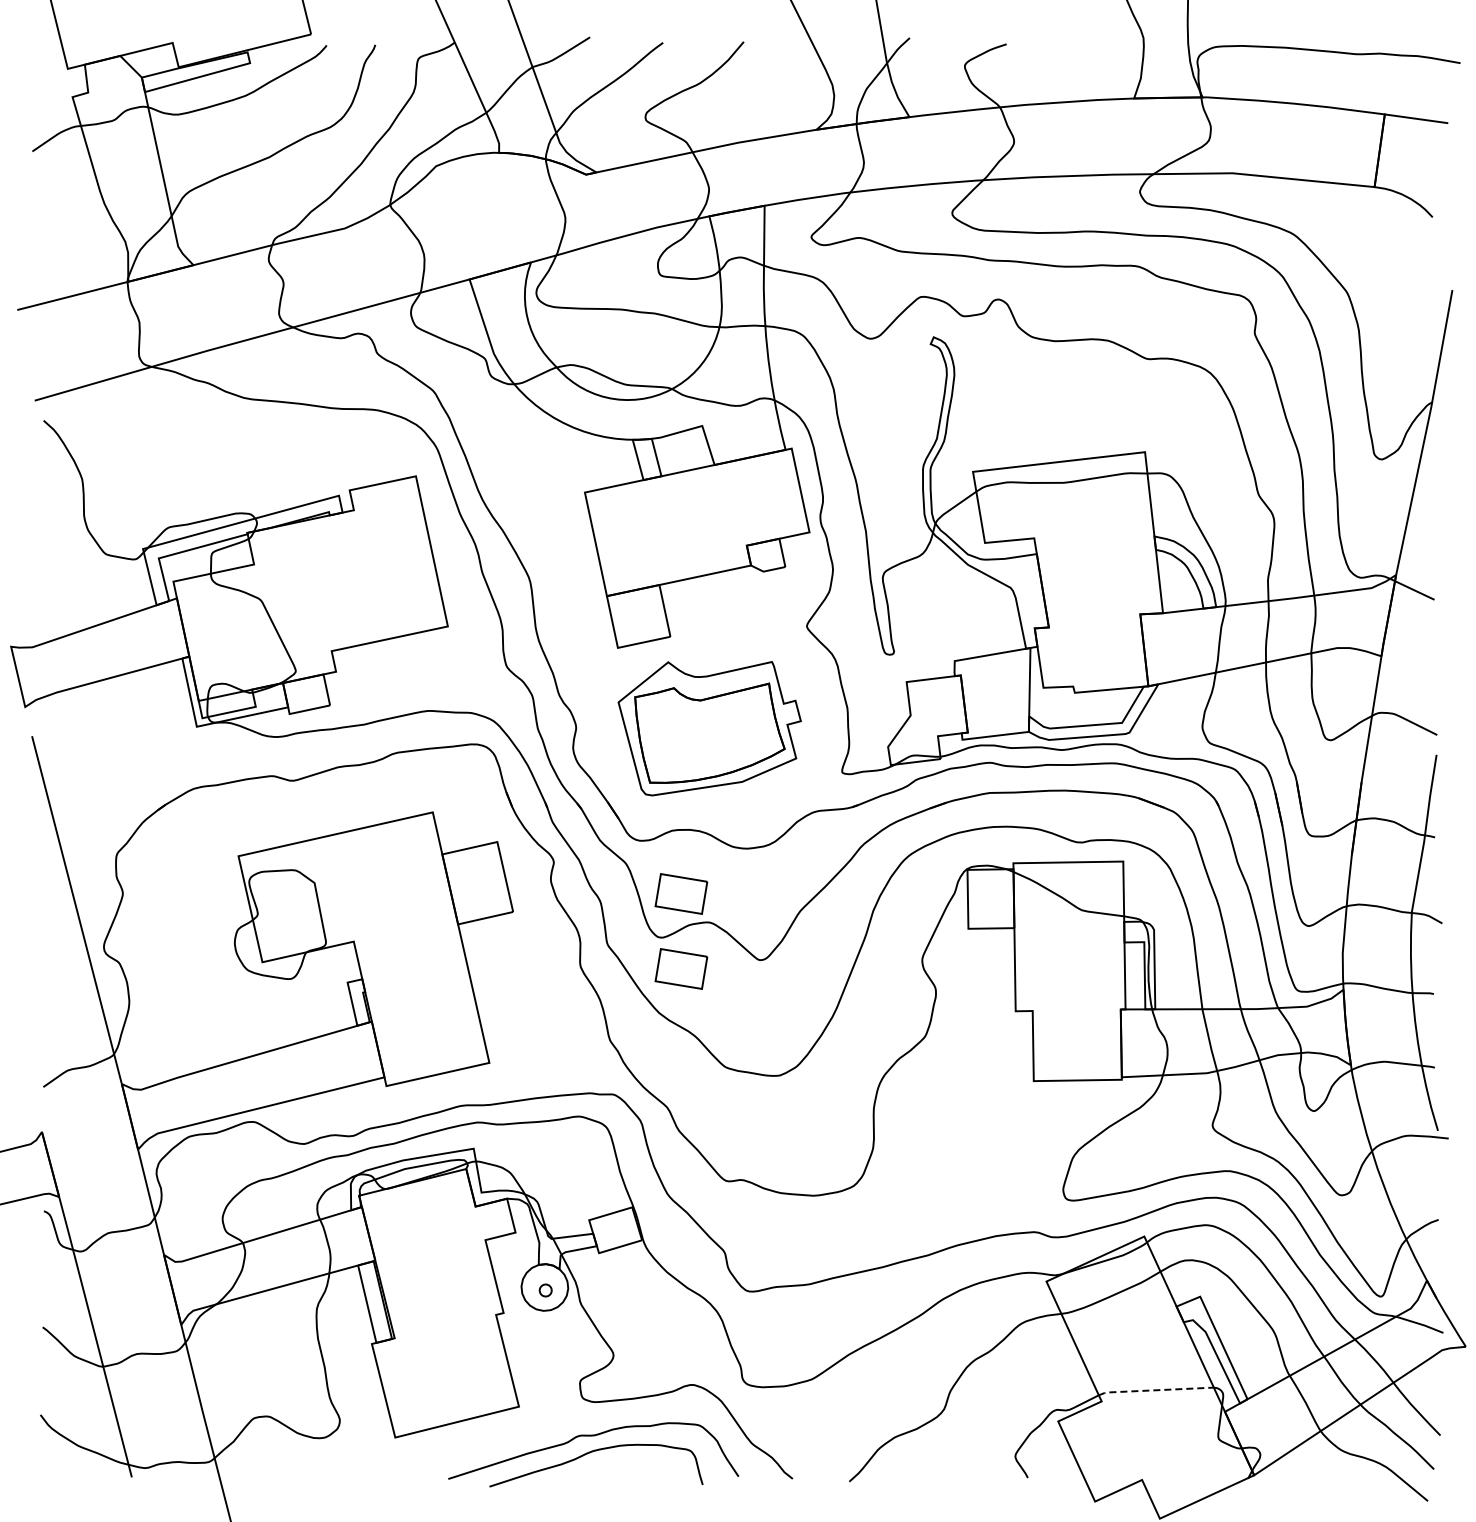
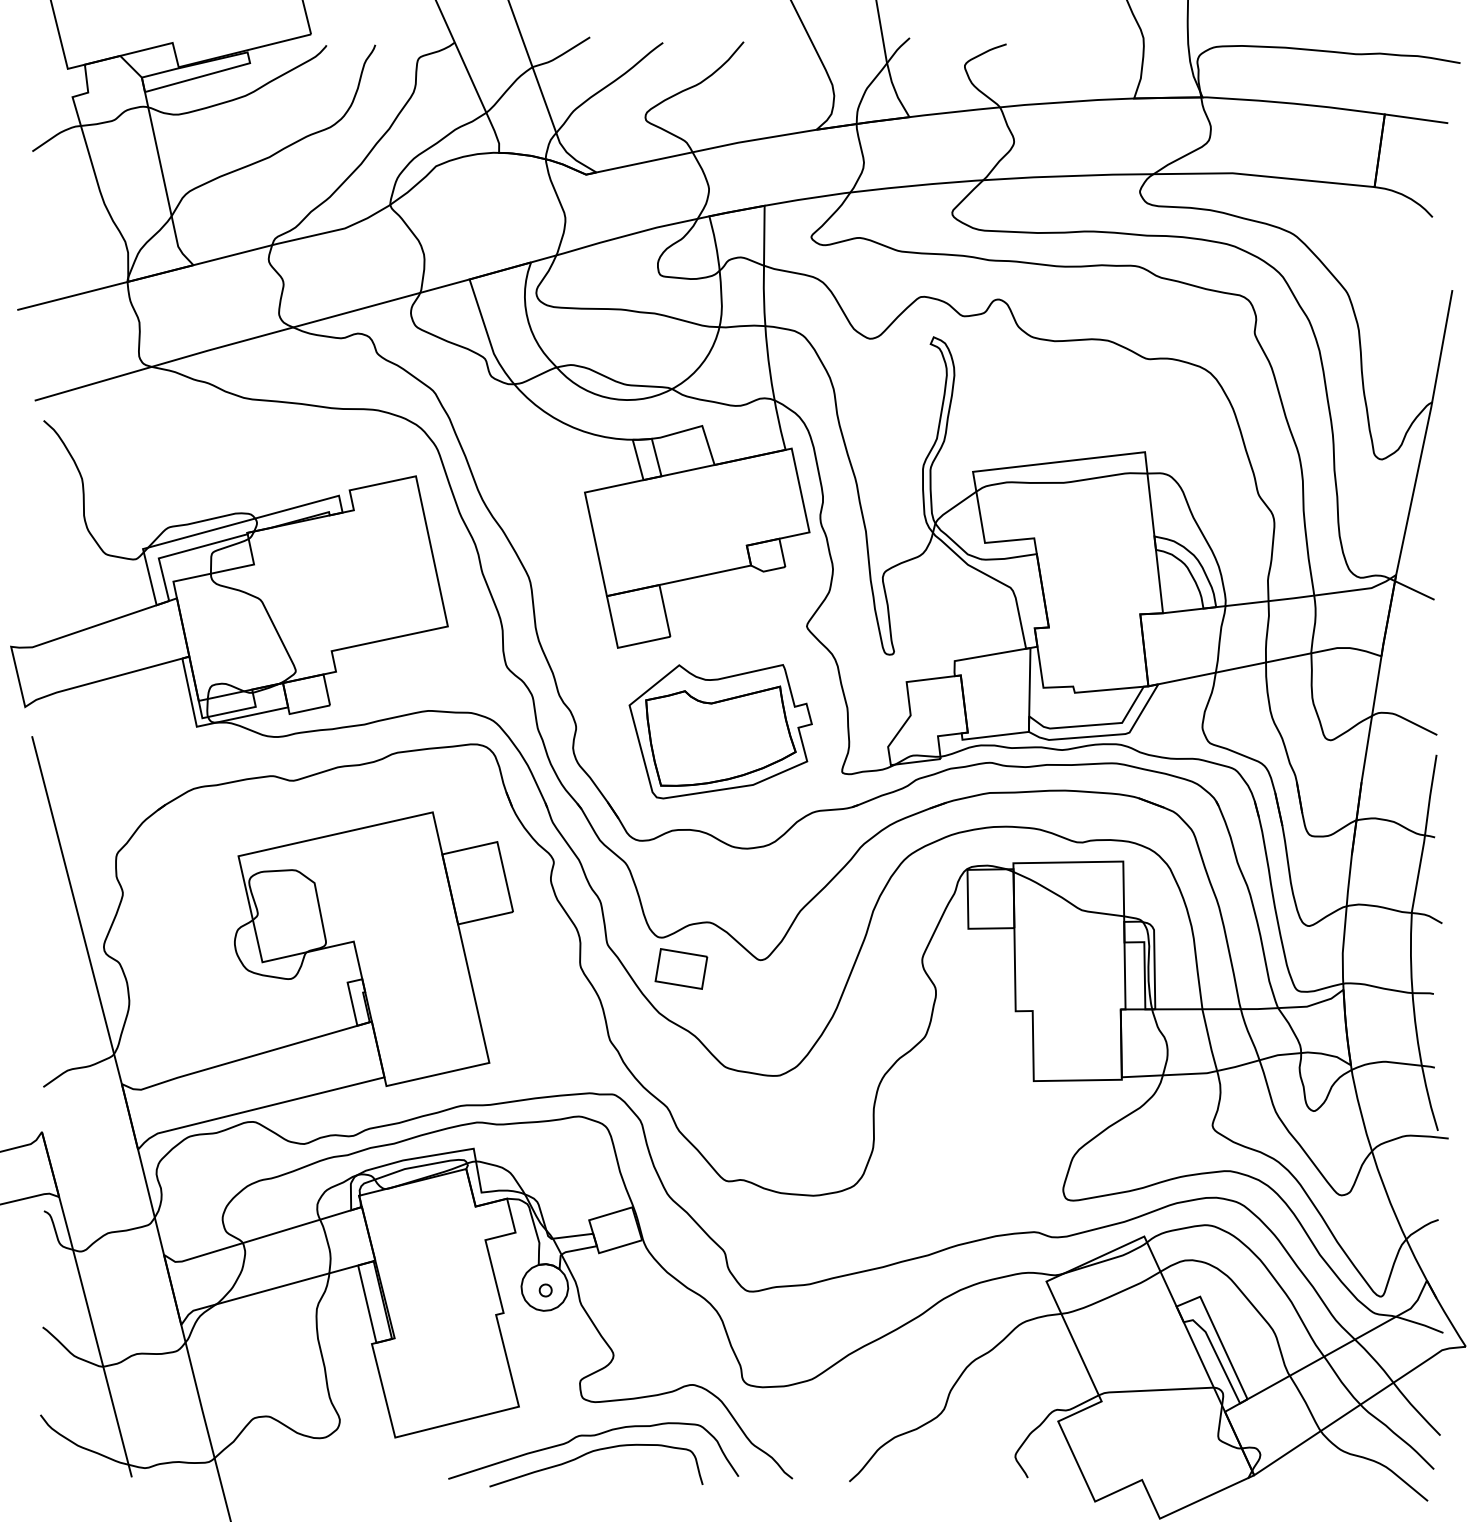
part at (709, 728) position: (709, 728) -> (720, 731)
part at (681, 893): present -> none
line at (1155, 1390): dashed -> solid
